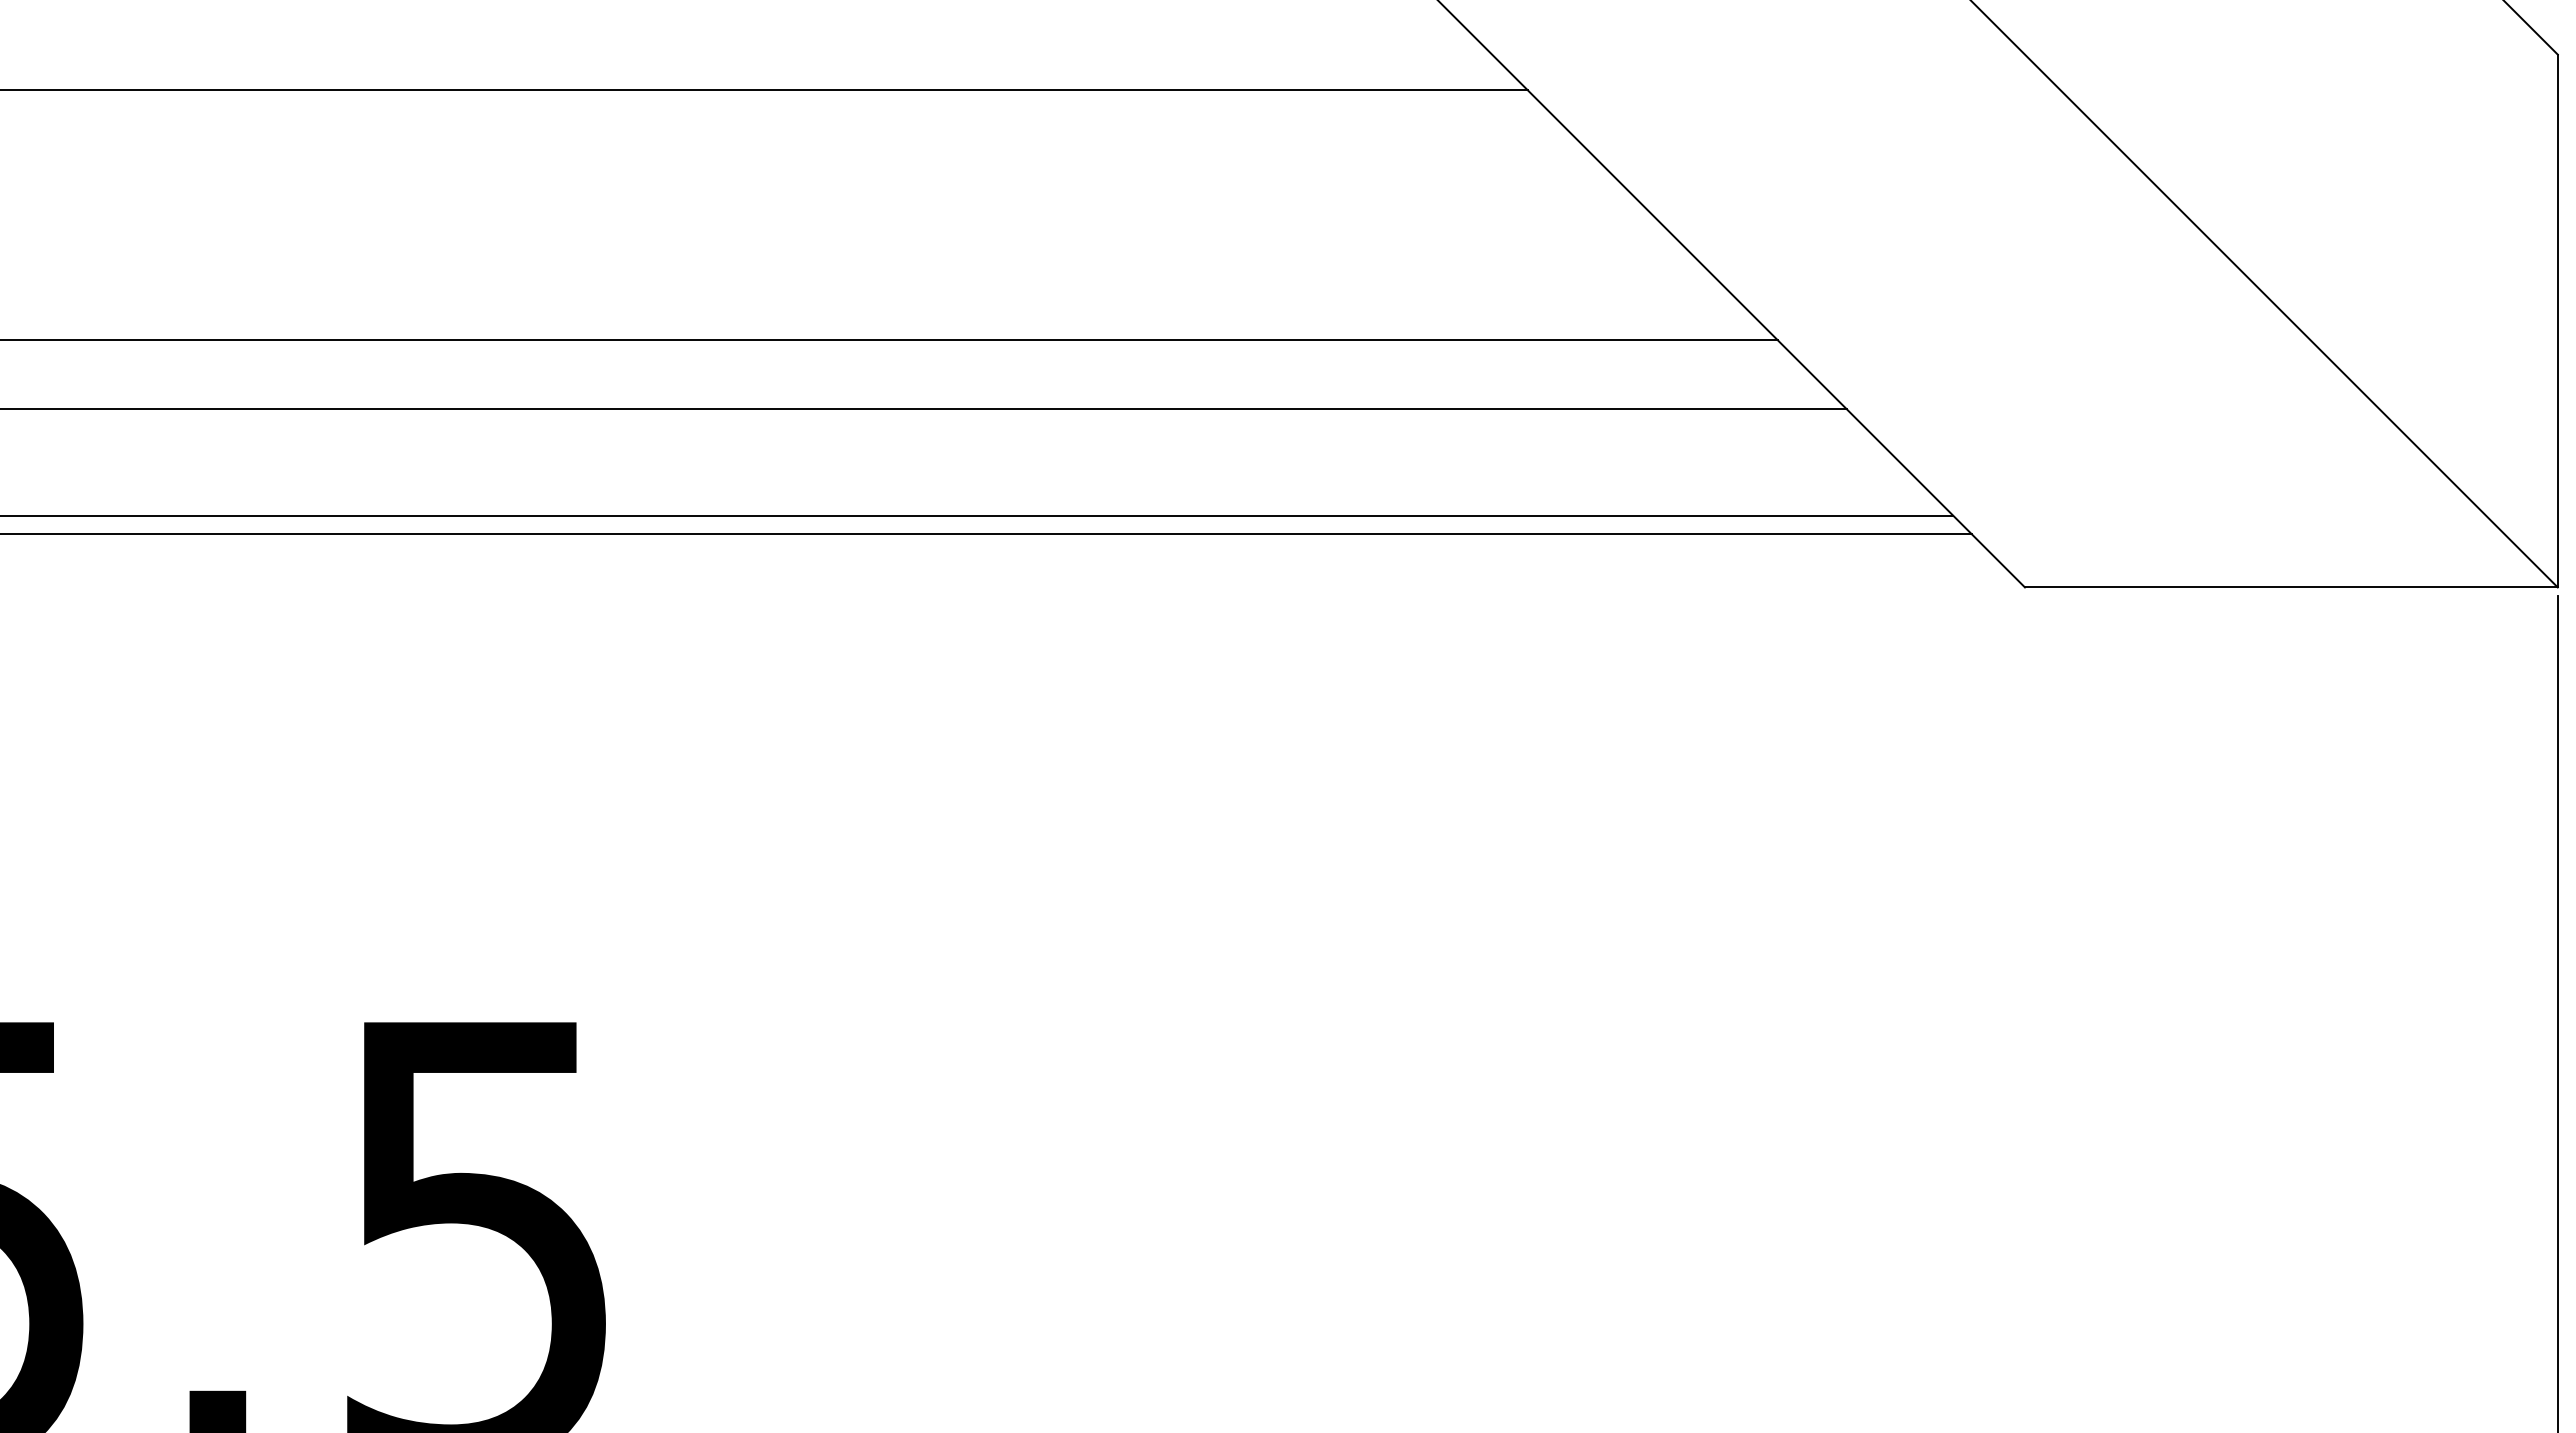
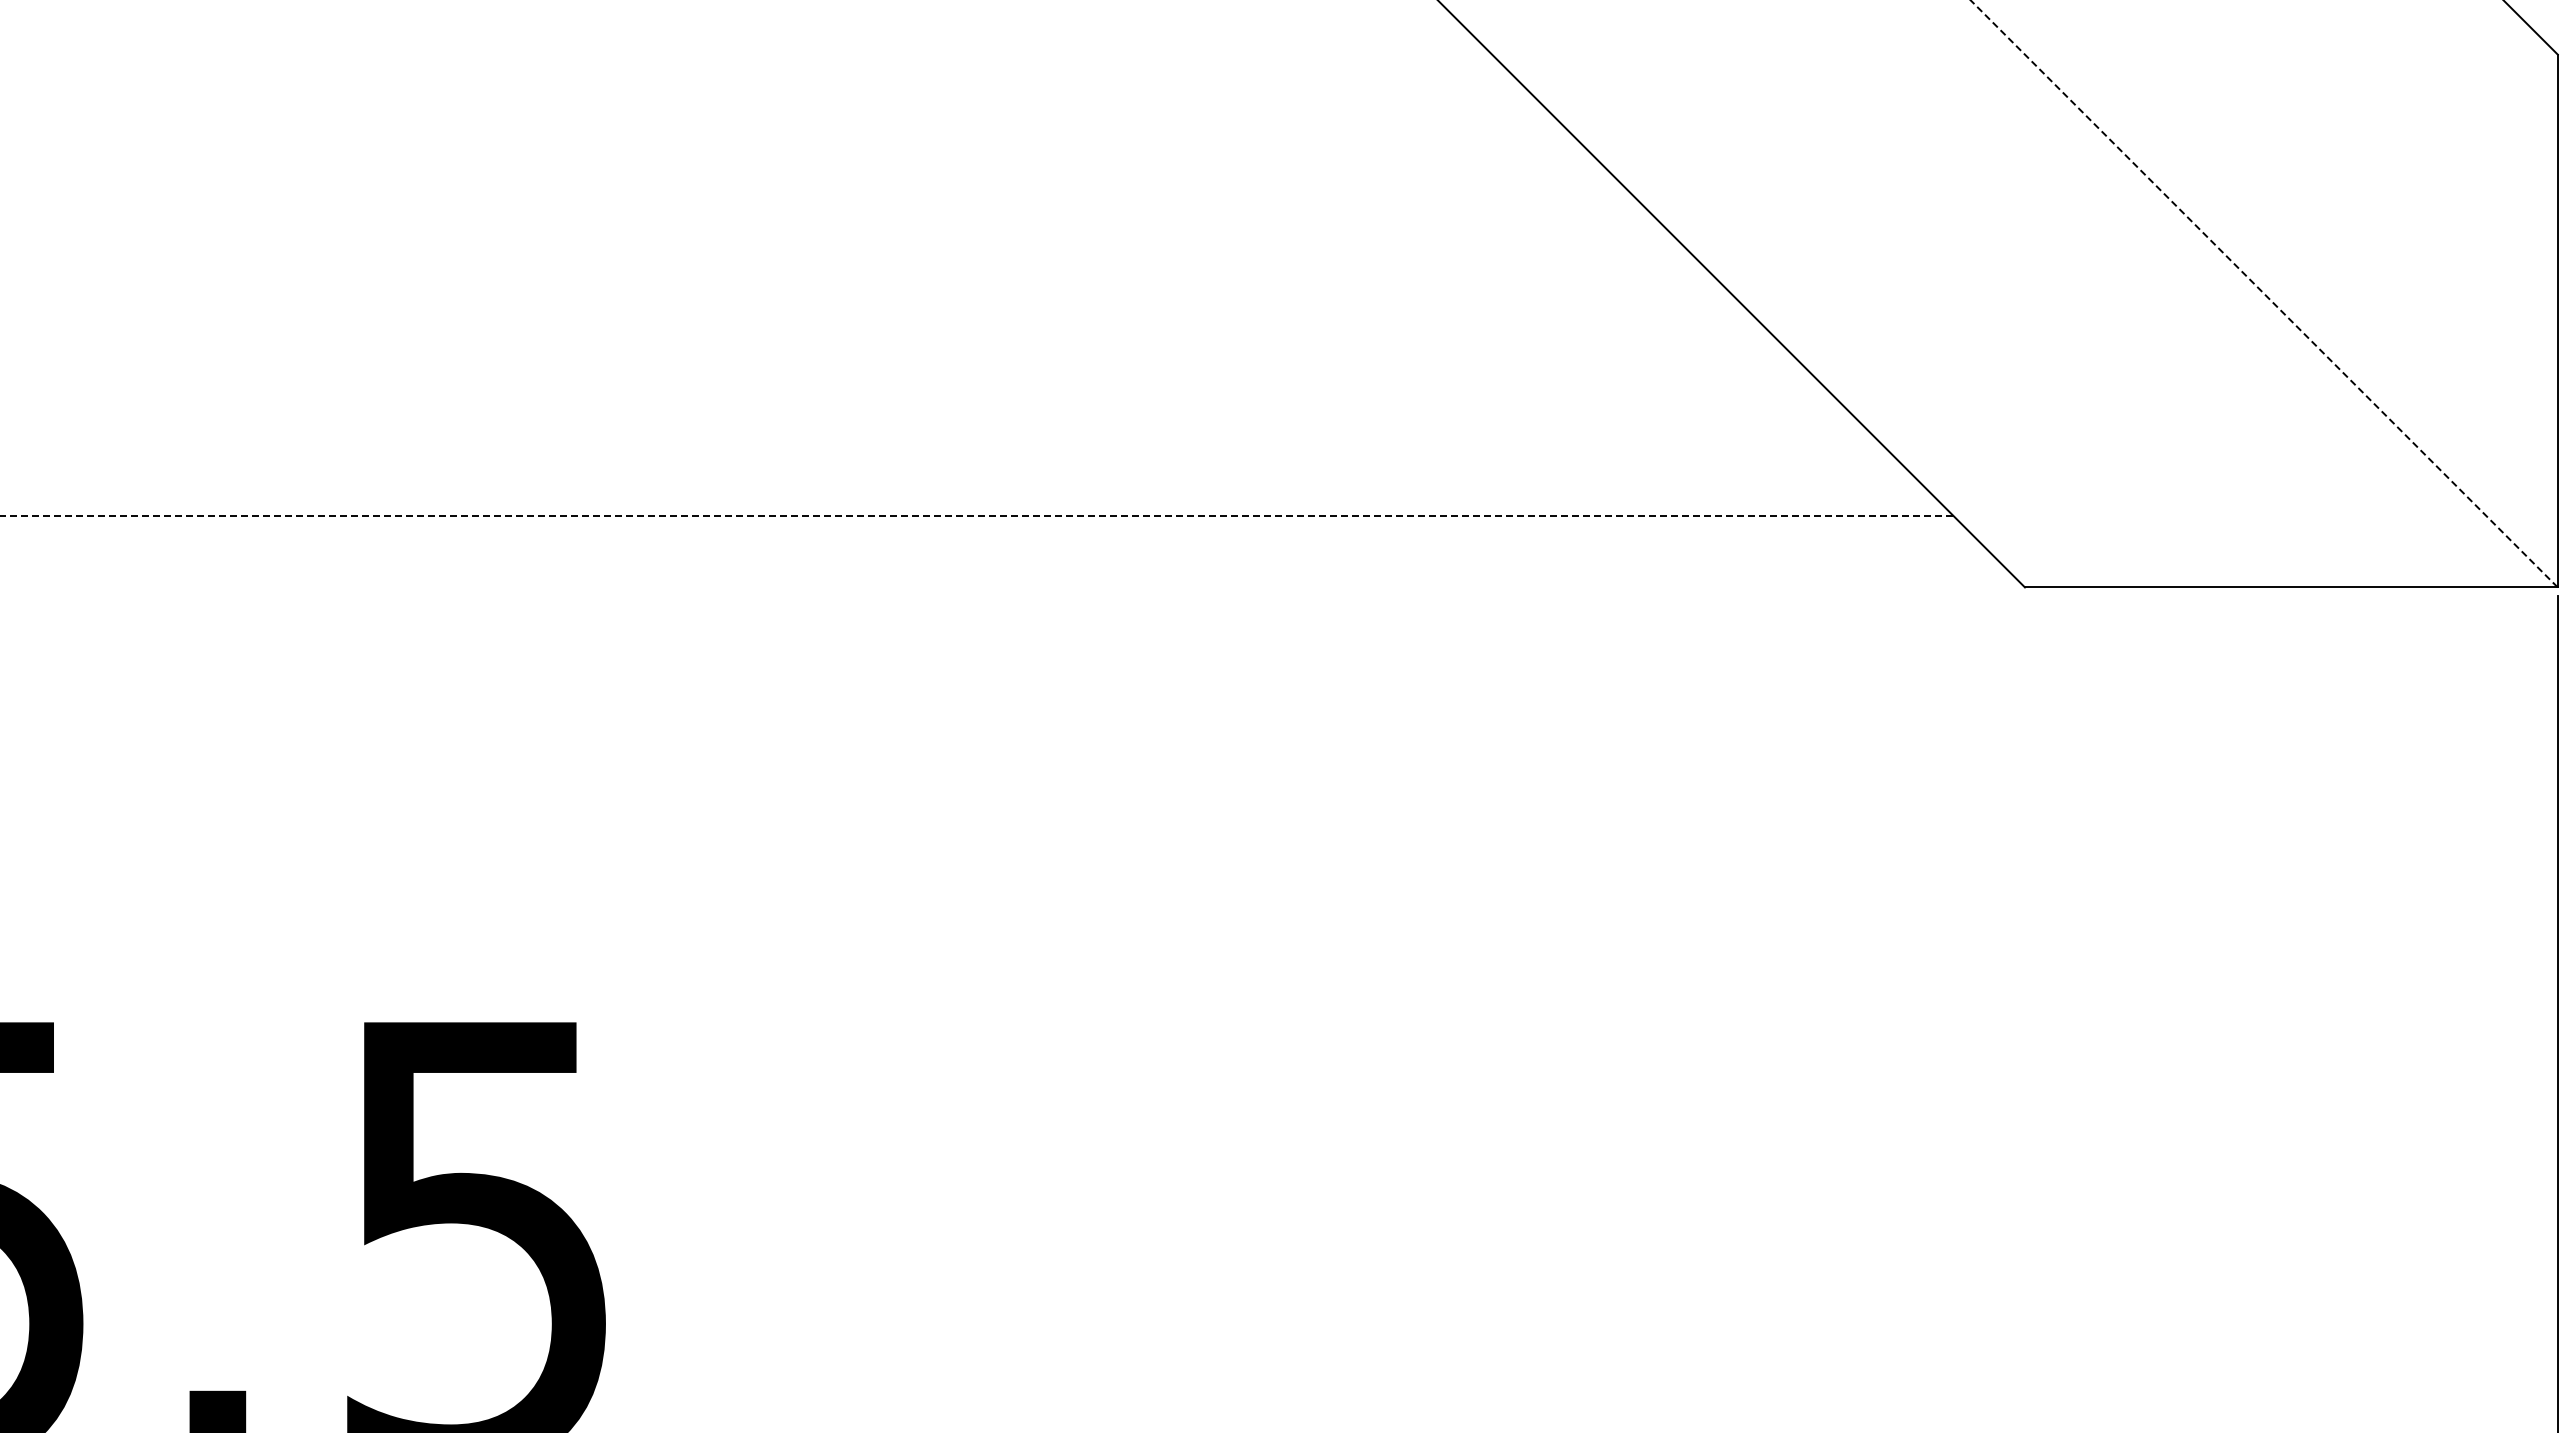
line at (764, 90): present -> none
line at (2264, 294): solid -> dashed
line at (889, 340): present -> none
line at (924, 409): present -> none
line at (976, 515): solid -> dashed
line at (986, 534): present -> none
